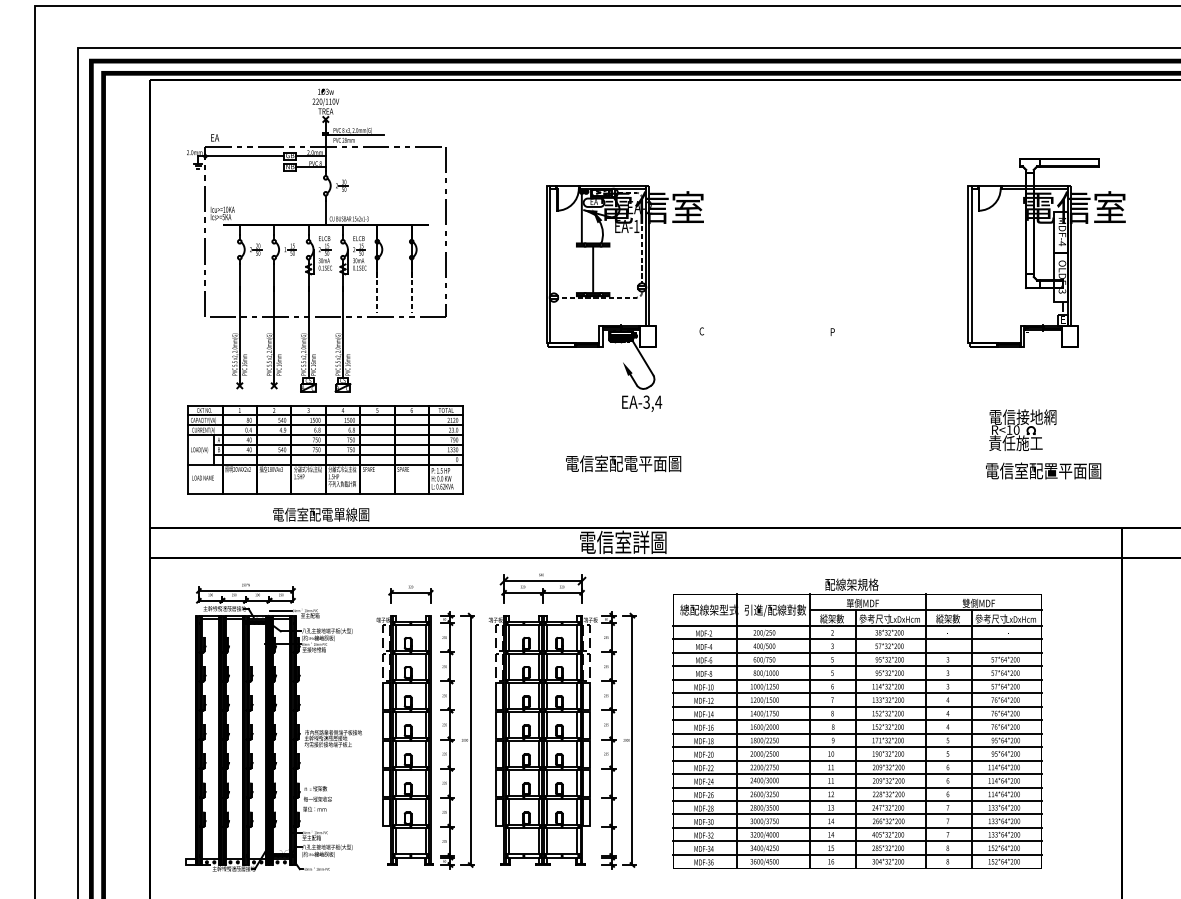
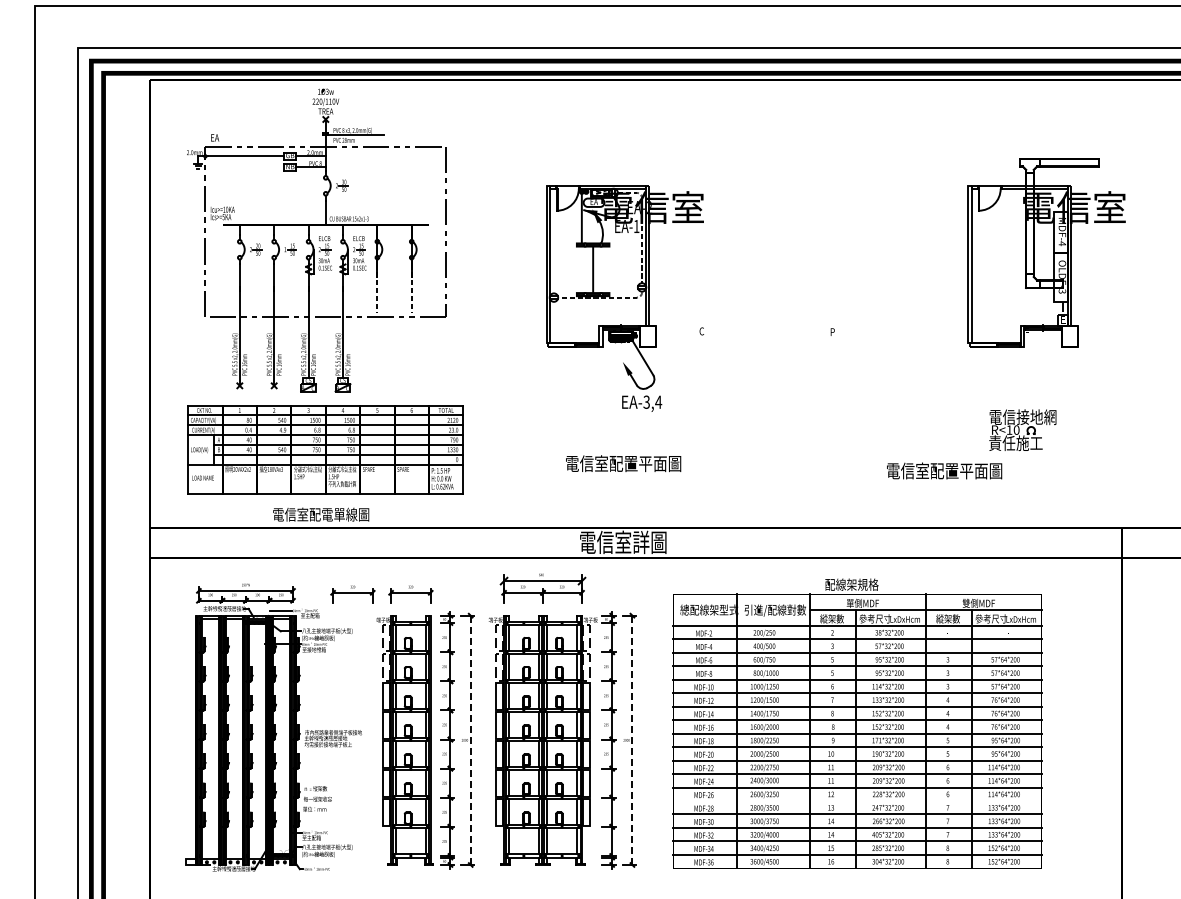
text at (630, 463): 電信室配電平面圖 -> 電信室配置平面圖
text at (1043, 470) position: (1043, 470) -> (944, 470)
part at (352, 594): none -> present
line at (470, 740): solid -> dashed
line at (632, 740): solid -> dashed
line at (857, 800): present -> none
